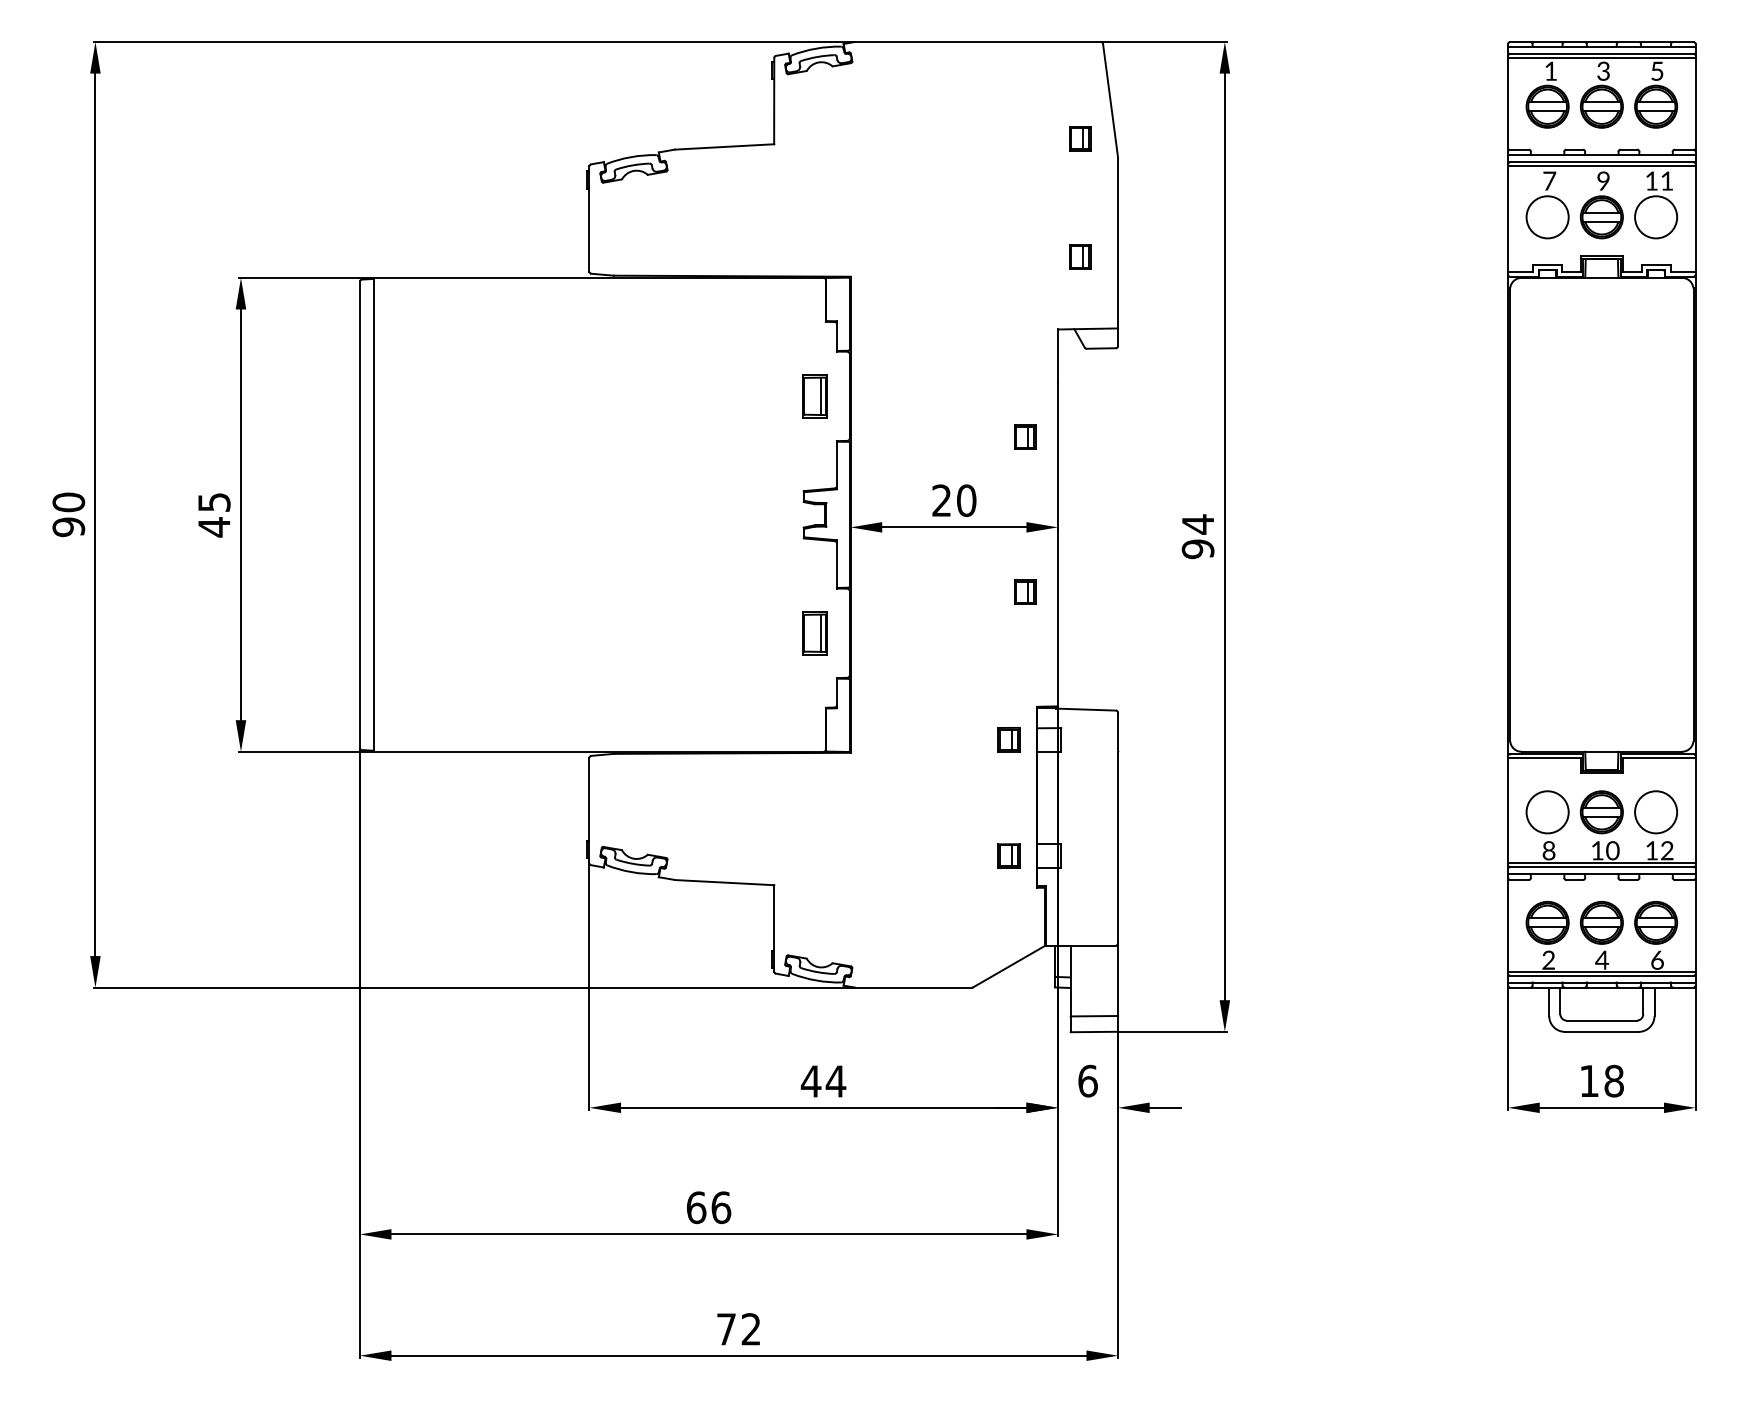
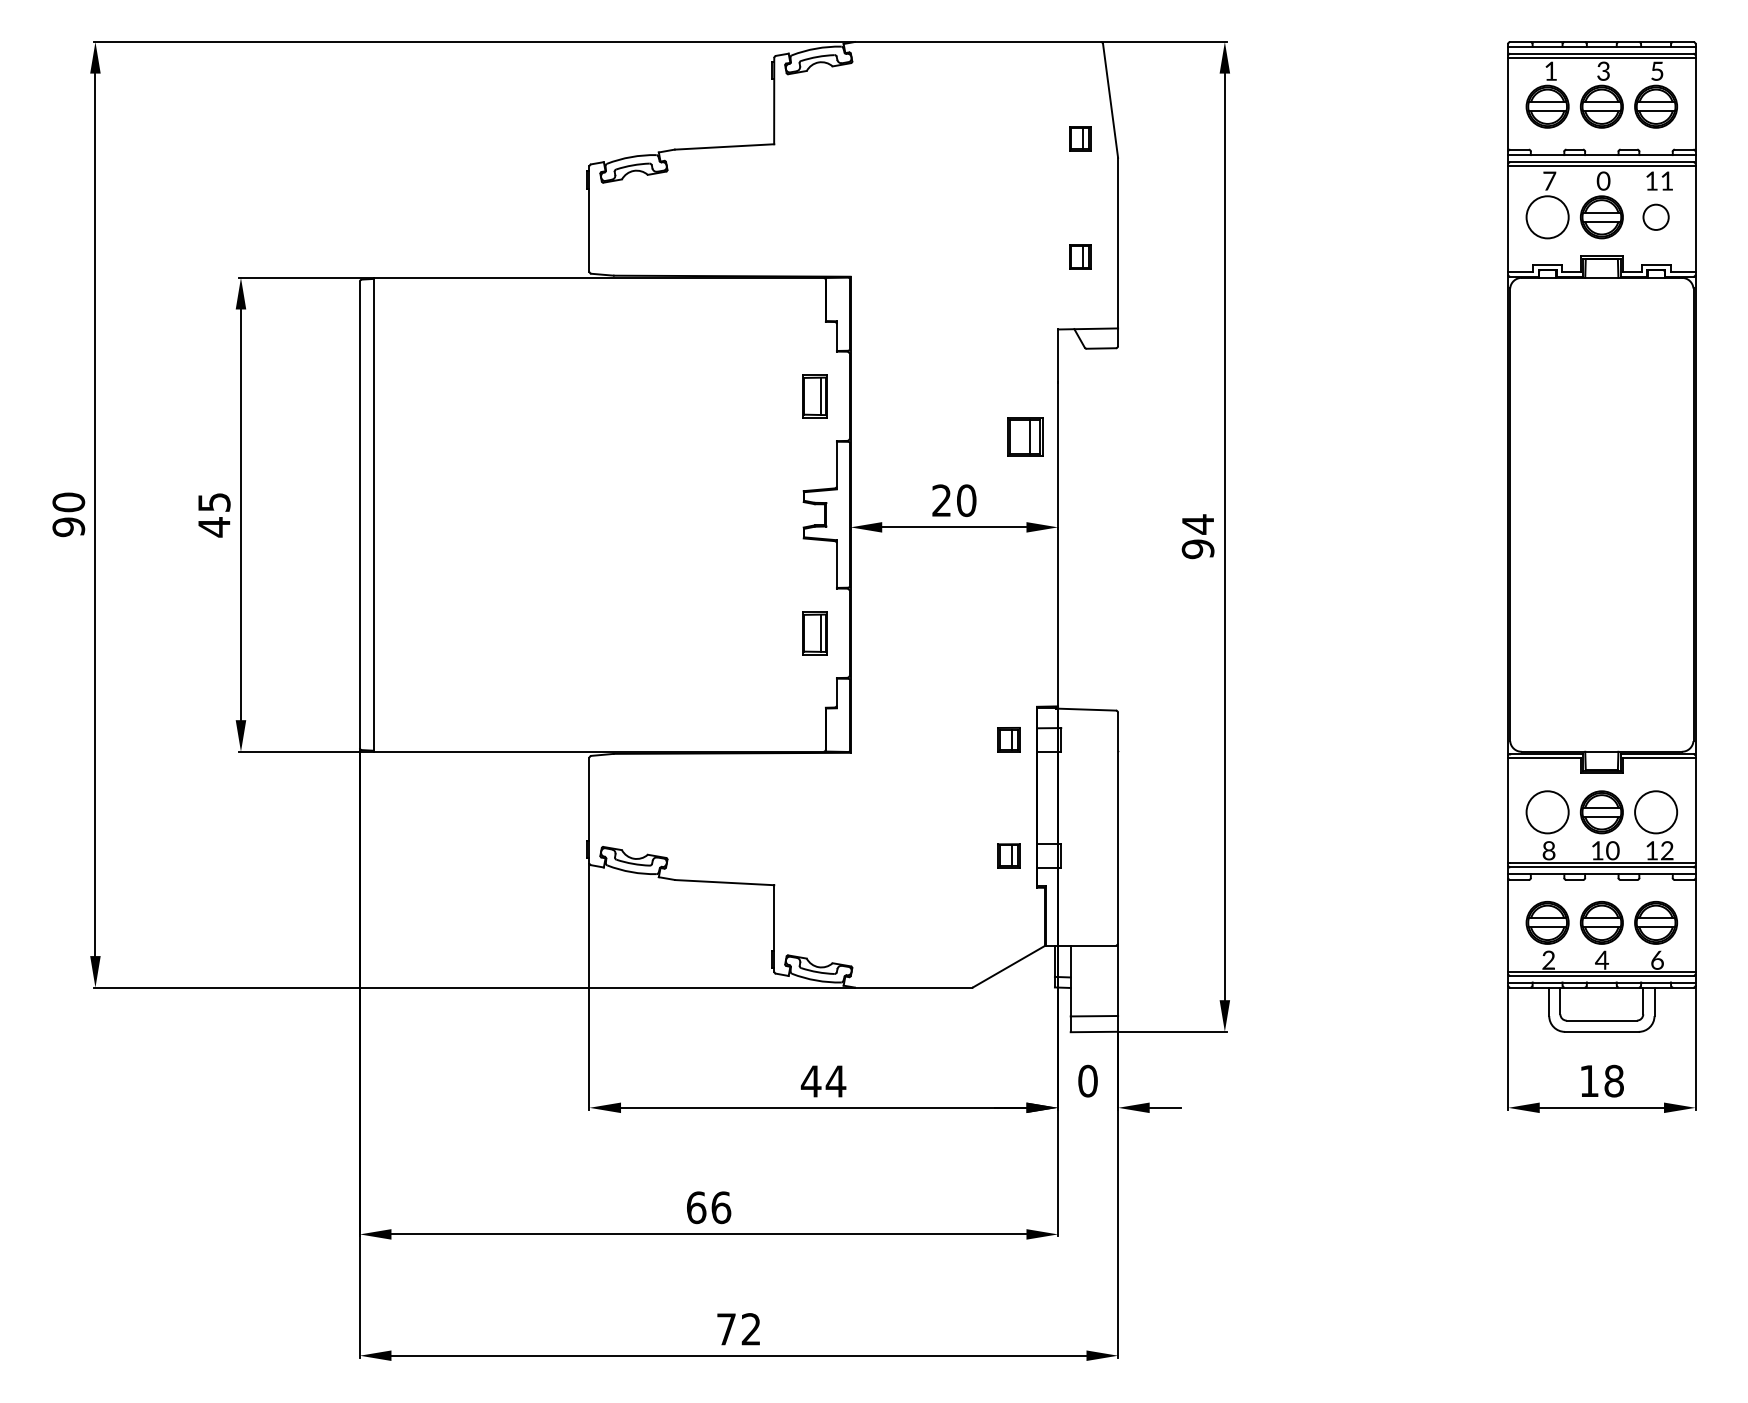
text at (1603, 181): 9 -> 0
circle at (1656, 217) diameter: 42 px -> 25 px
part at (1025, 436) size: 23x26 px -> 37x40 px
part at (1025, 591): present -> none
text at (1087, 1080): 6 -> 0
